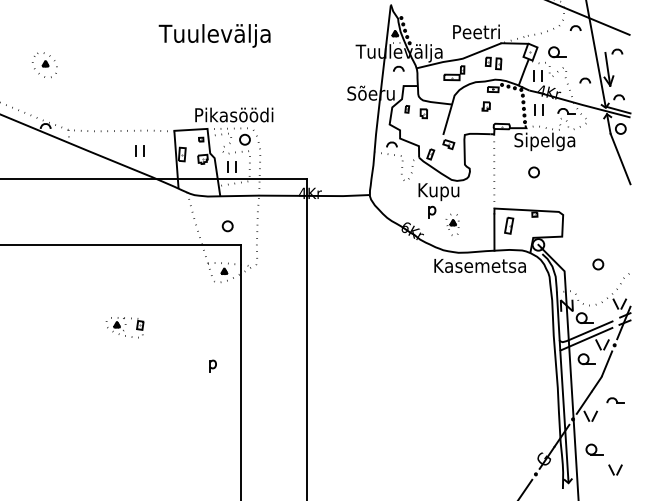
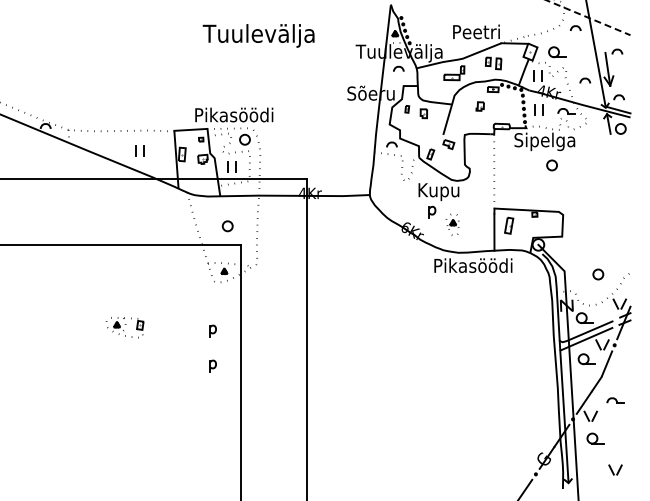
line at (588, 17): solid -> dashed
text at (214, 35) position: (214, 35) -> (258, 35)
part at (44, 64): present -> none
part at (485, 106) position: (485, 106) -> (479, 106)
line at (620, 158): present -> none
part at (533, 172) position: (533, 172) -> (551, 165)
part at (598, 264) position: (598, 264) -> (598, 274)
text at (480, 265): Kasemetsa -> Pikasöödi
part at (212, 330): none -> present
part at (594, 449) position: (594, 449) -> (595, 438)
